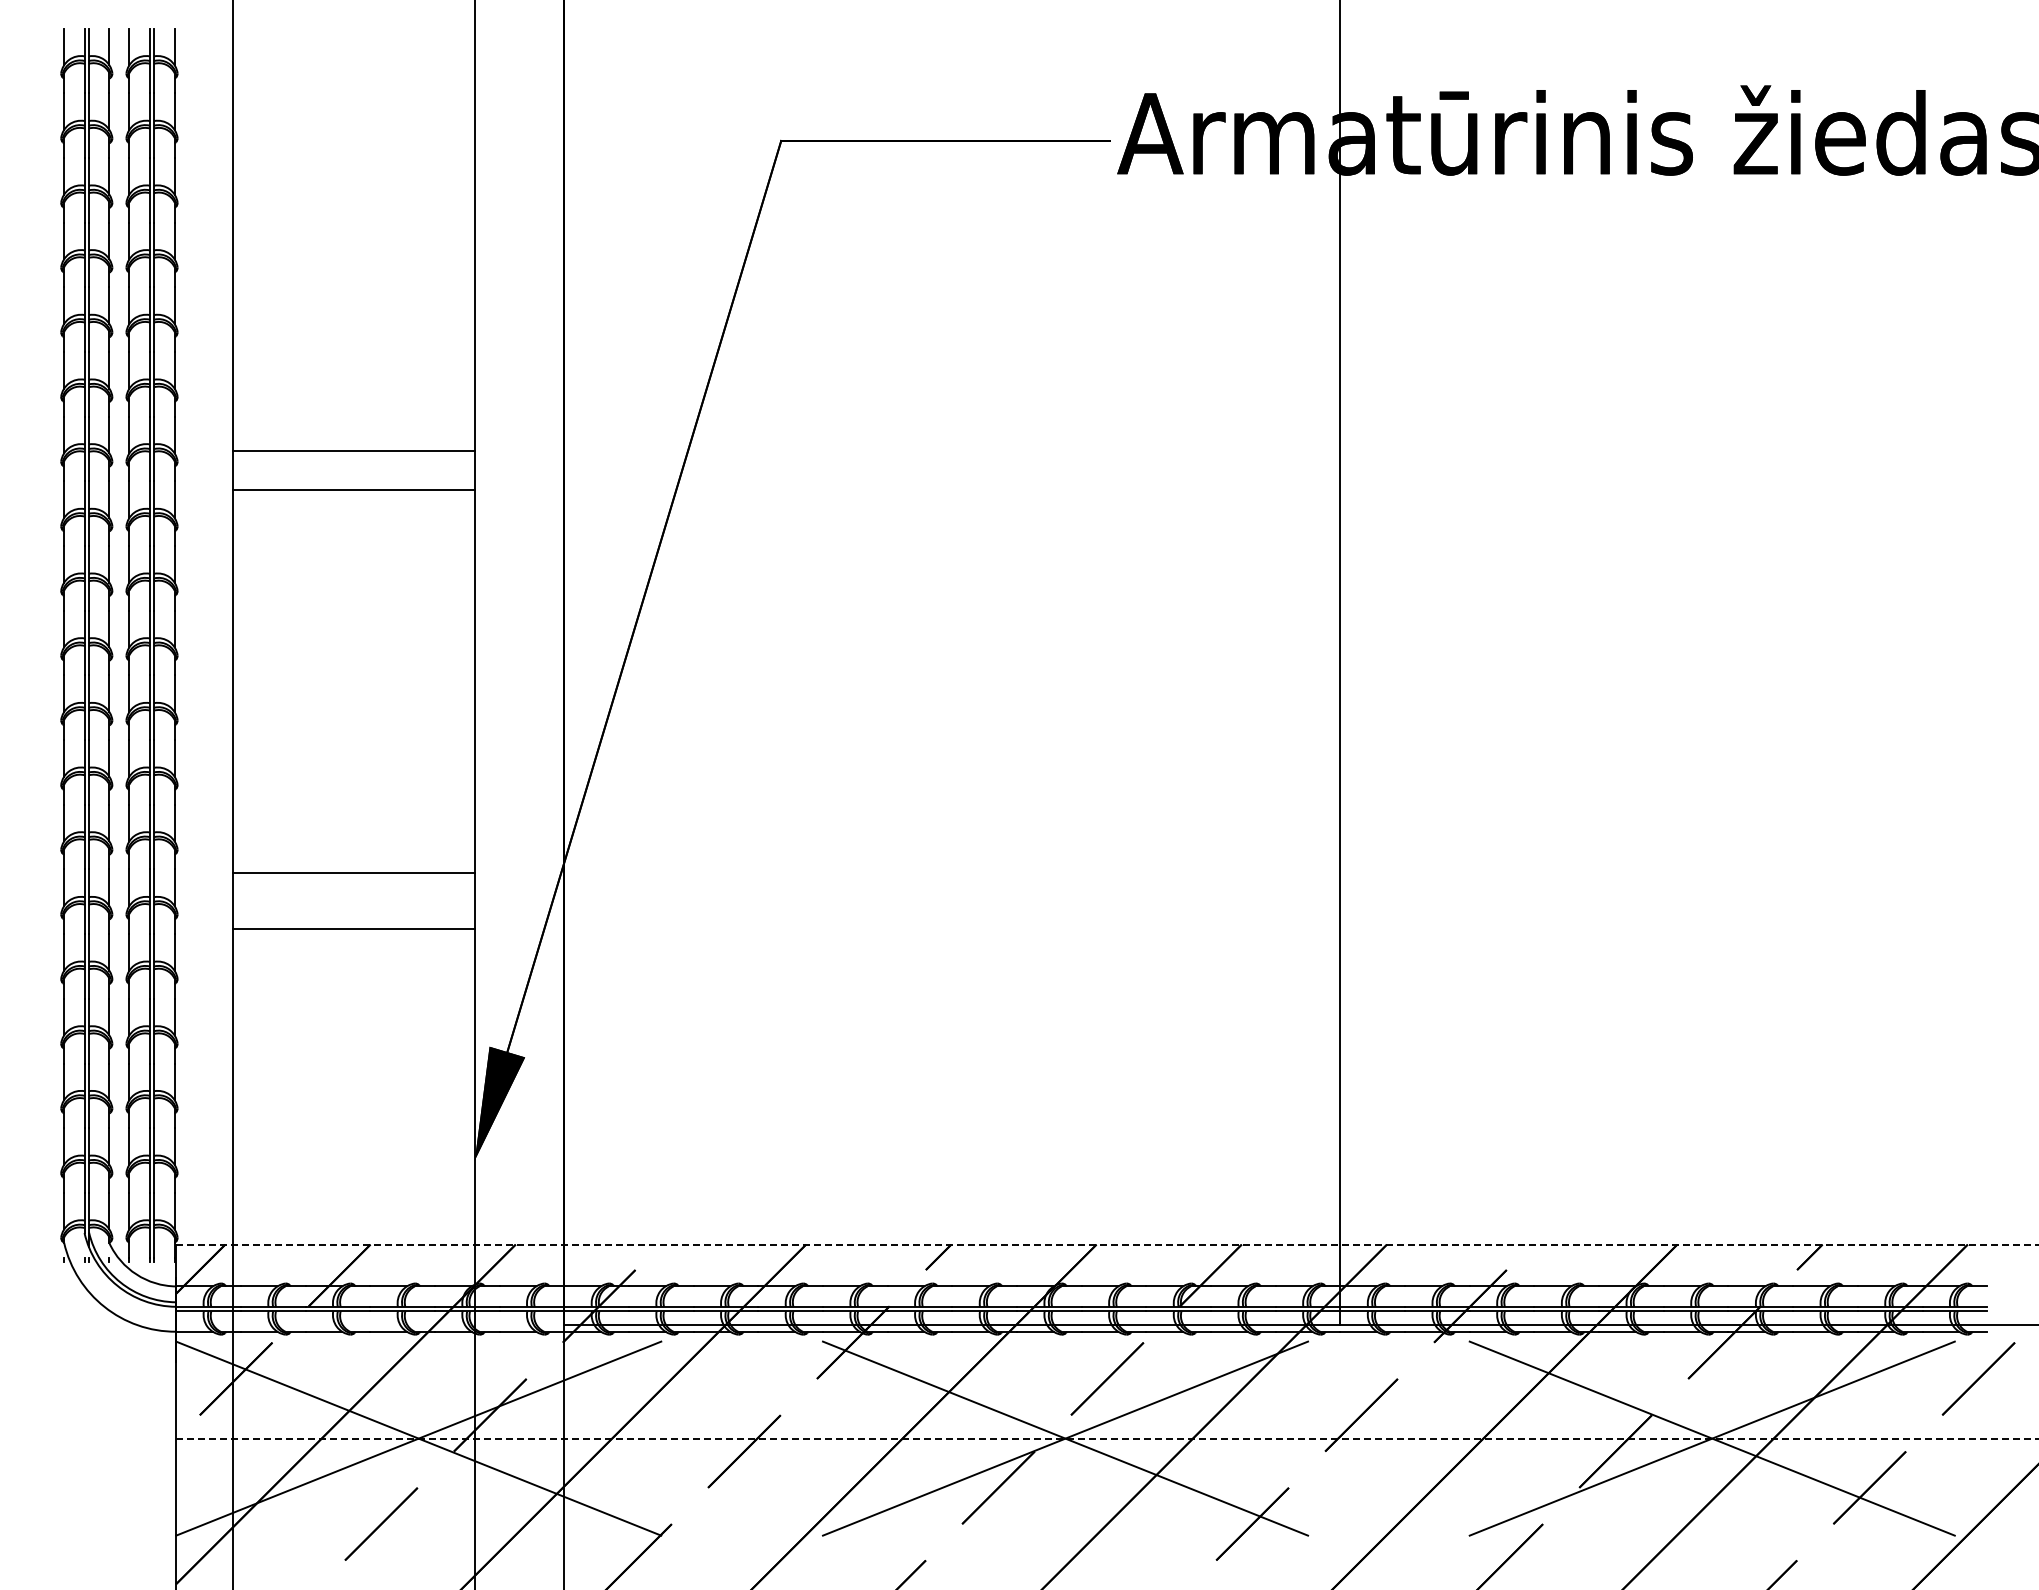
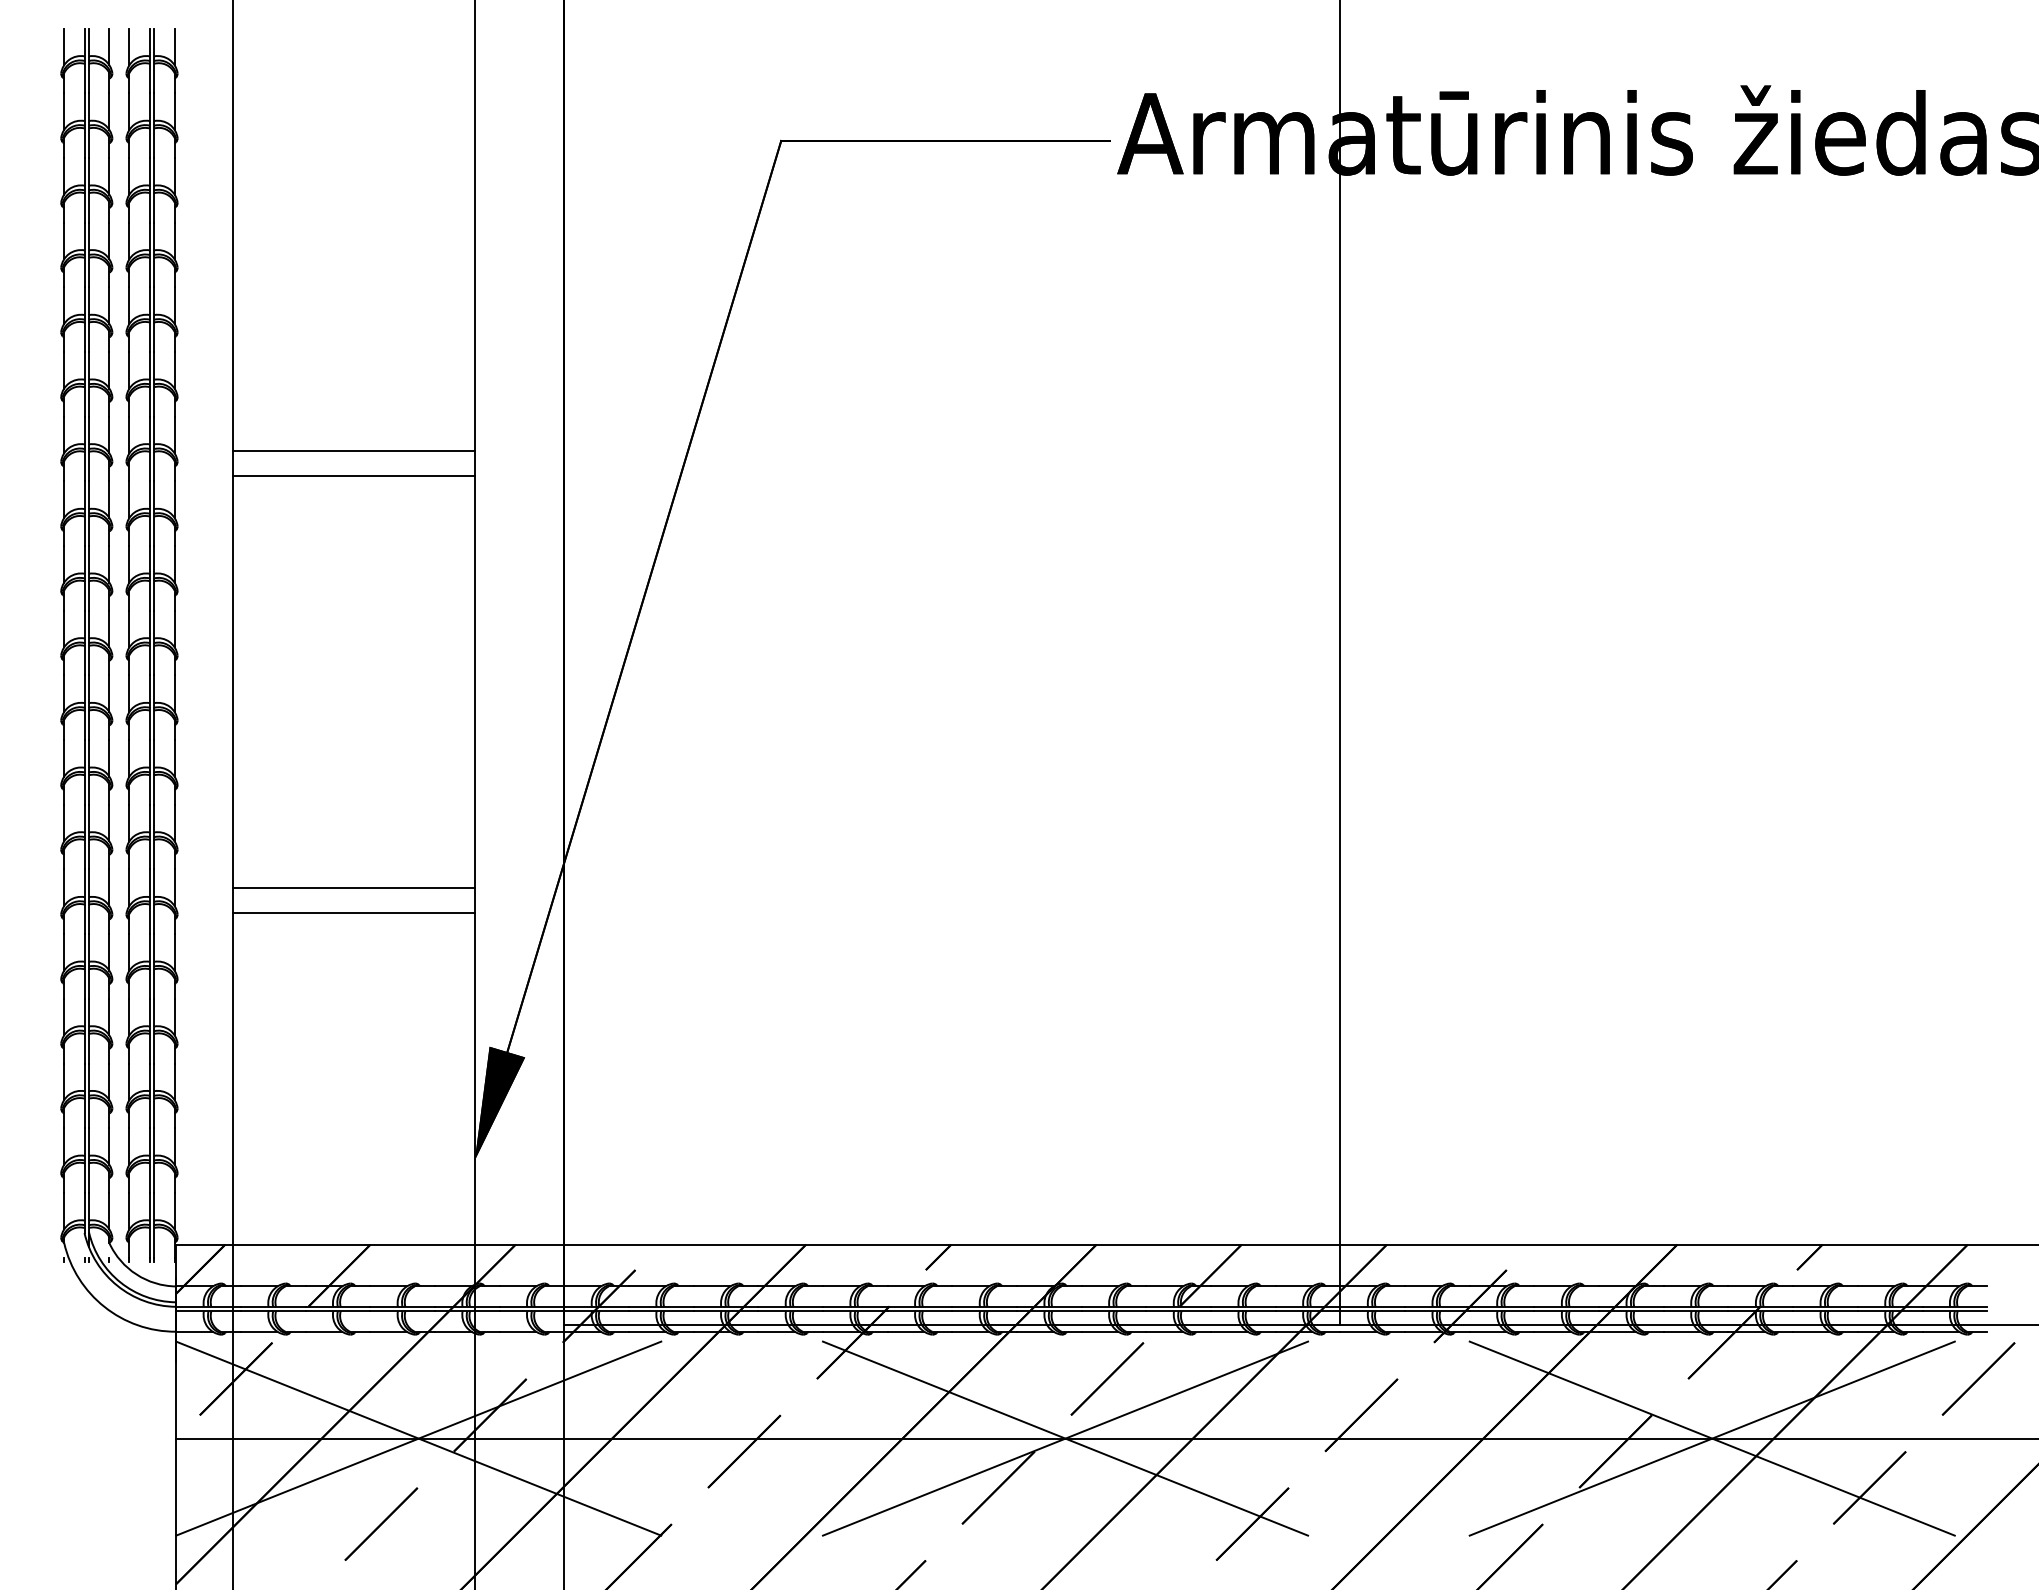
line at (353, 490) position: (353, 490) -> (353, 476)
line at (353, 873) position: (353, 873) -> (353, 888)
line at (353, 929) position: (353, 929) -> (353, 913)
line at (1107, 1244): dashed -> solid
line at (1107, 1438): dashed -> solid
